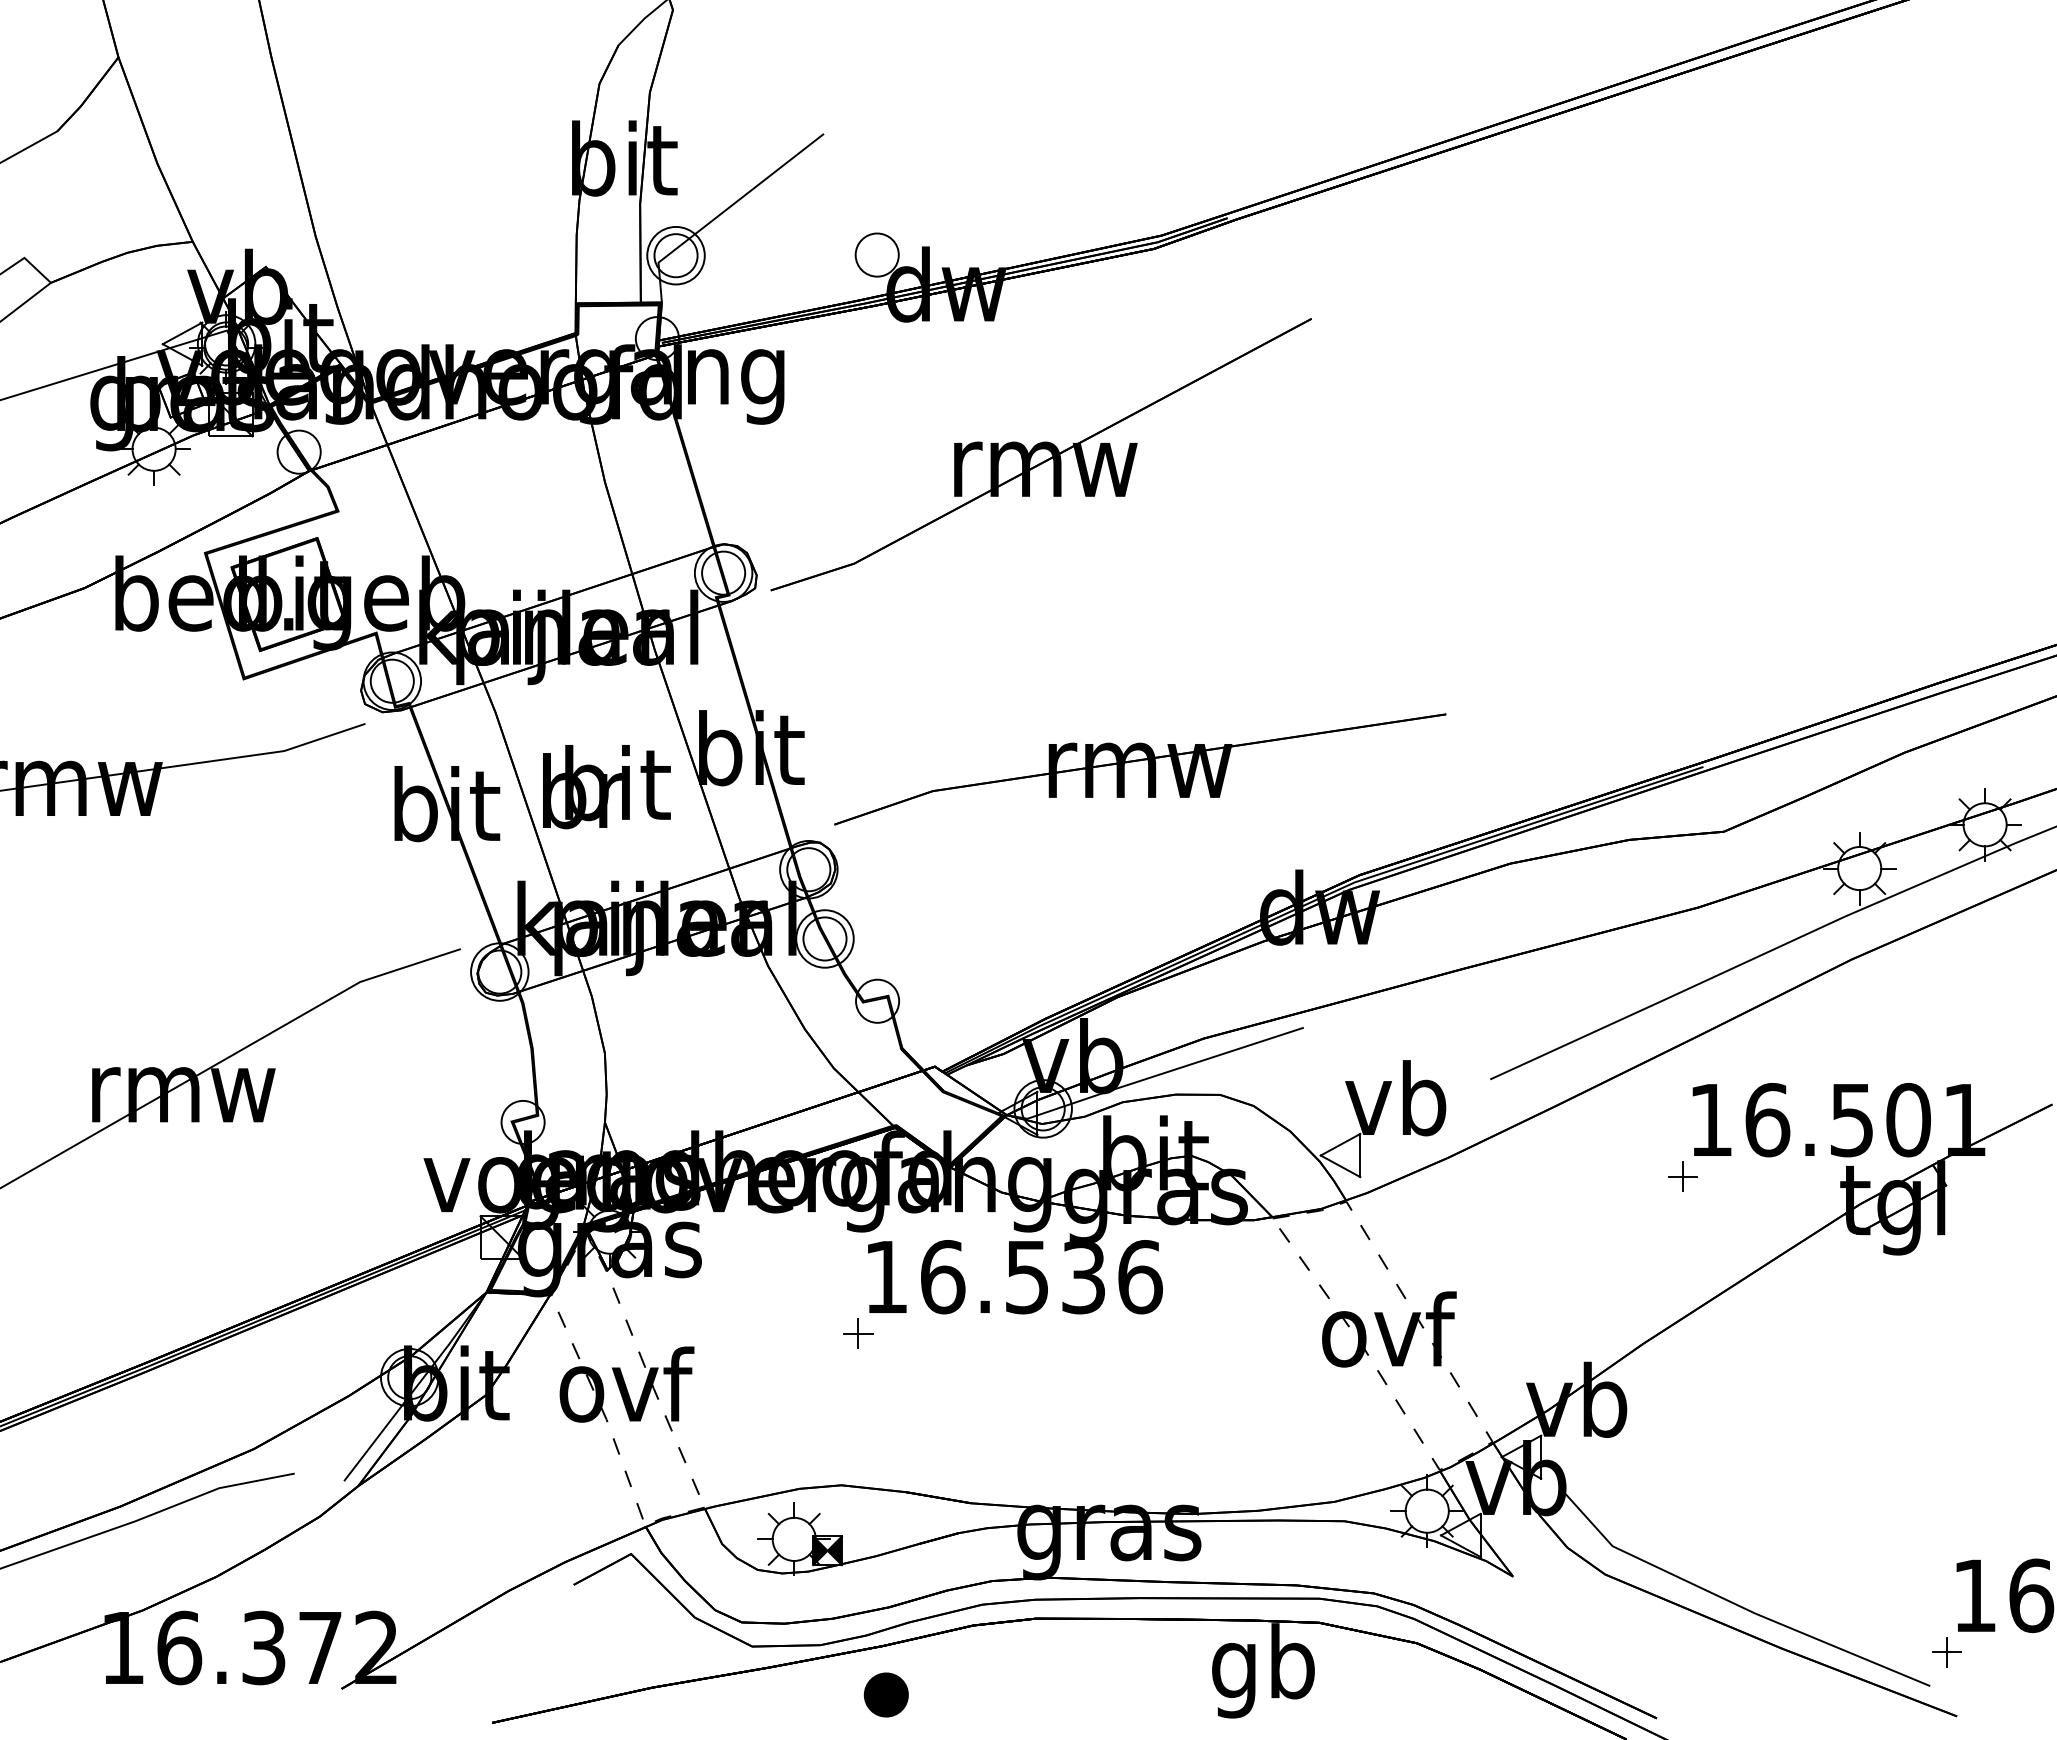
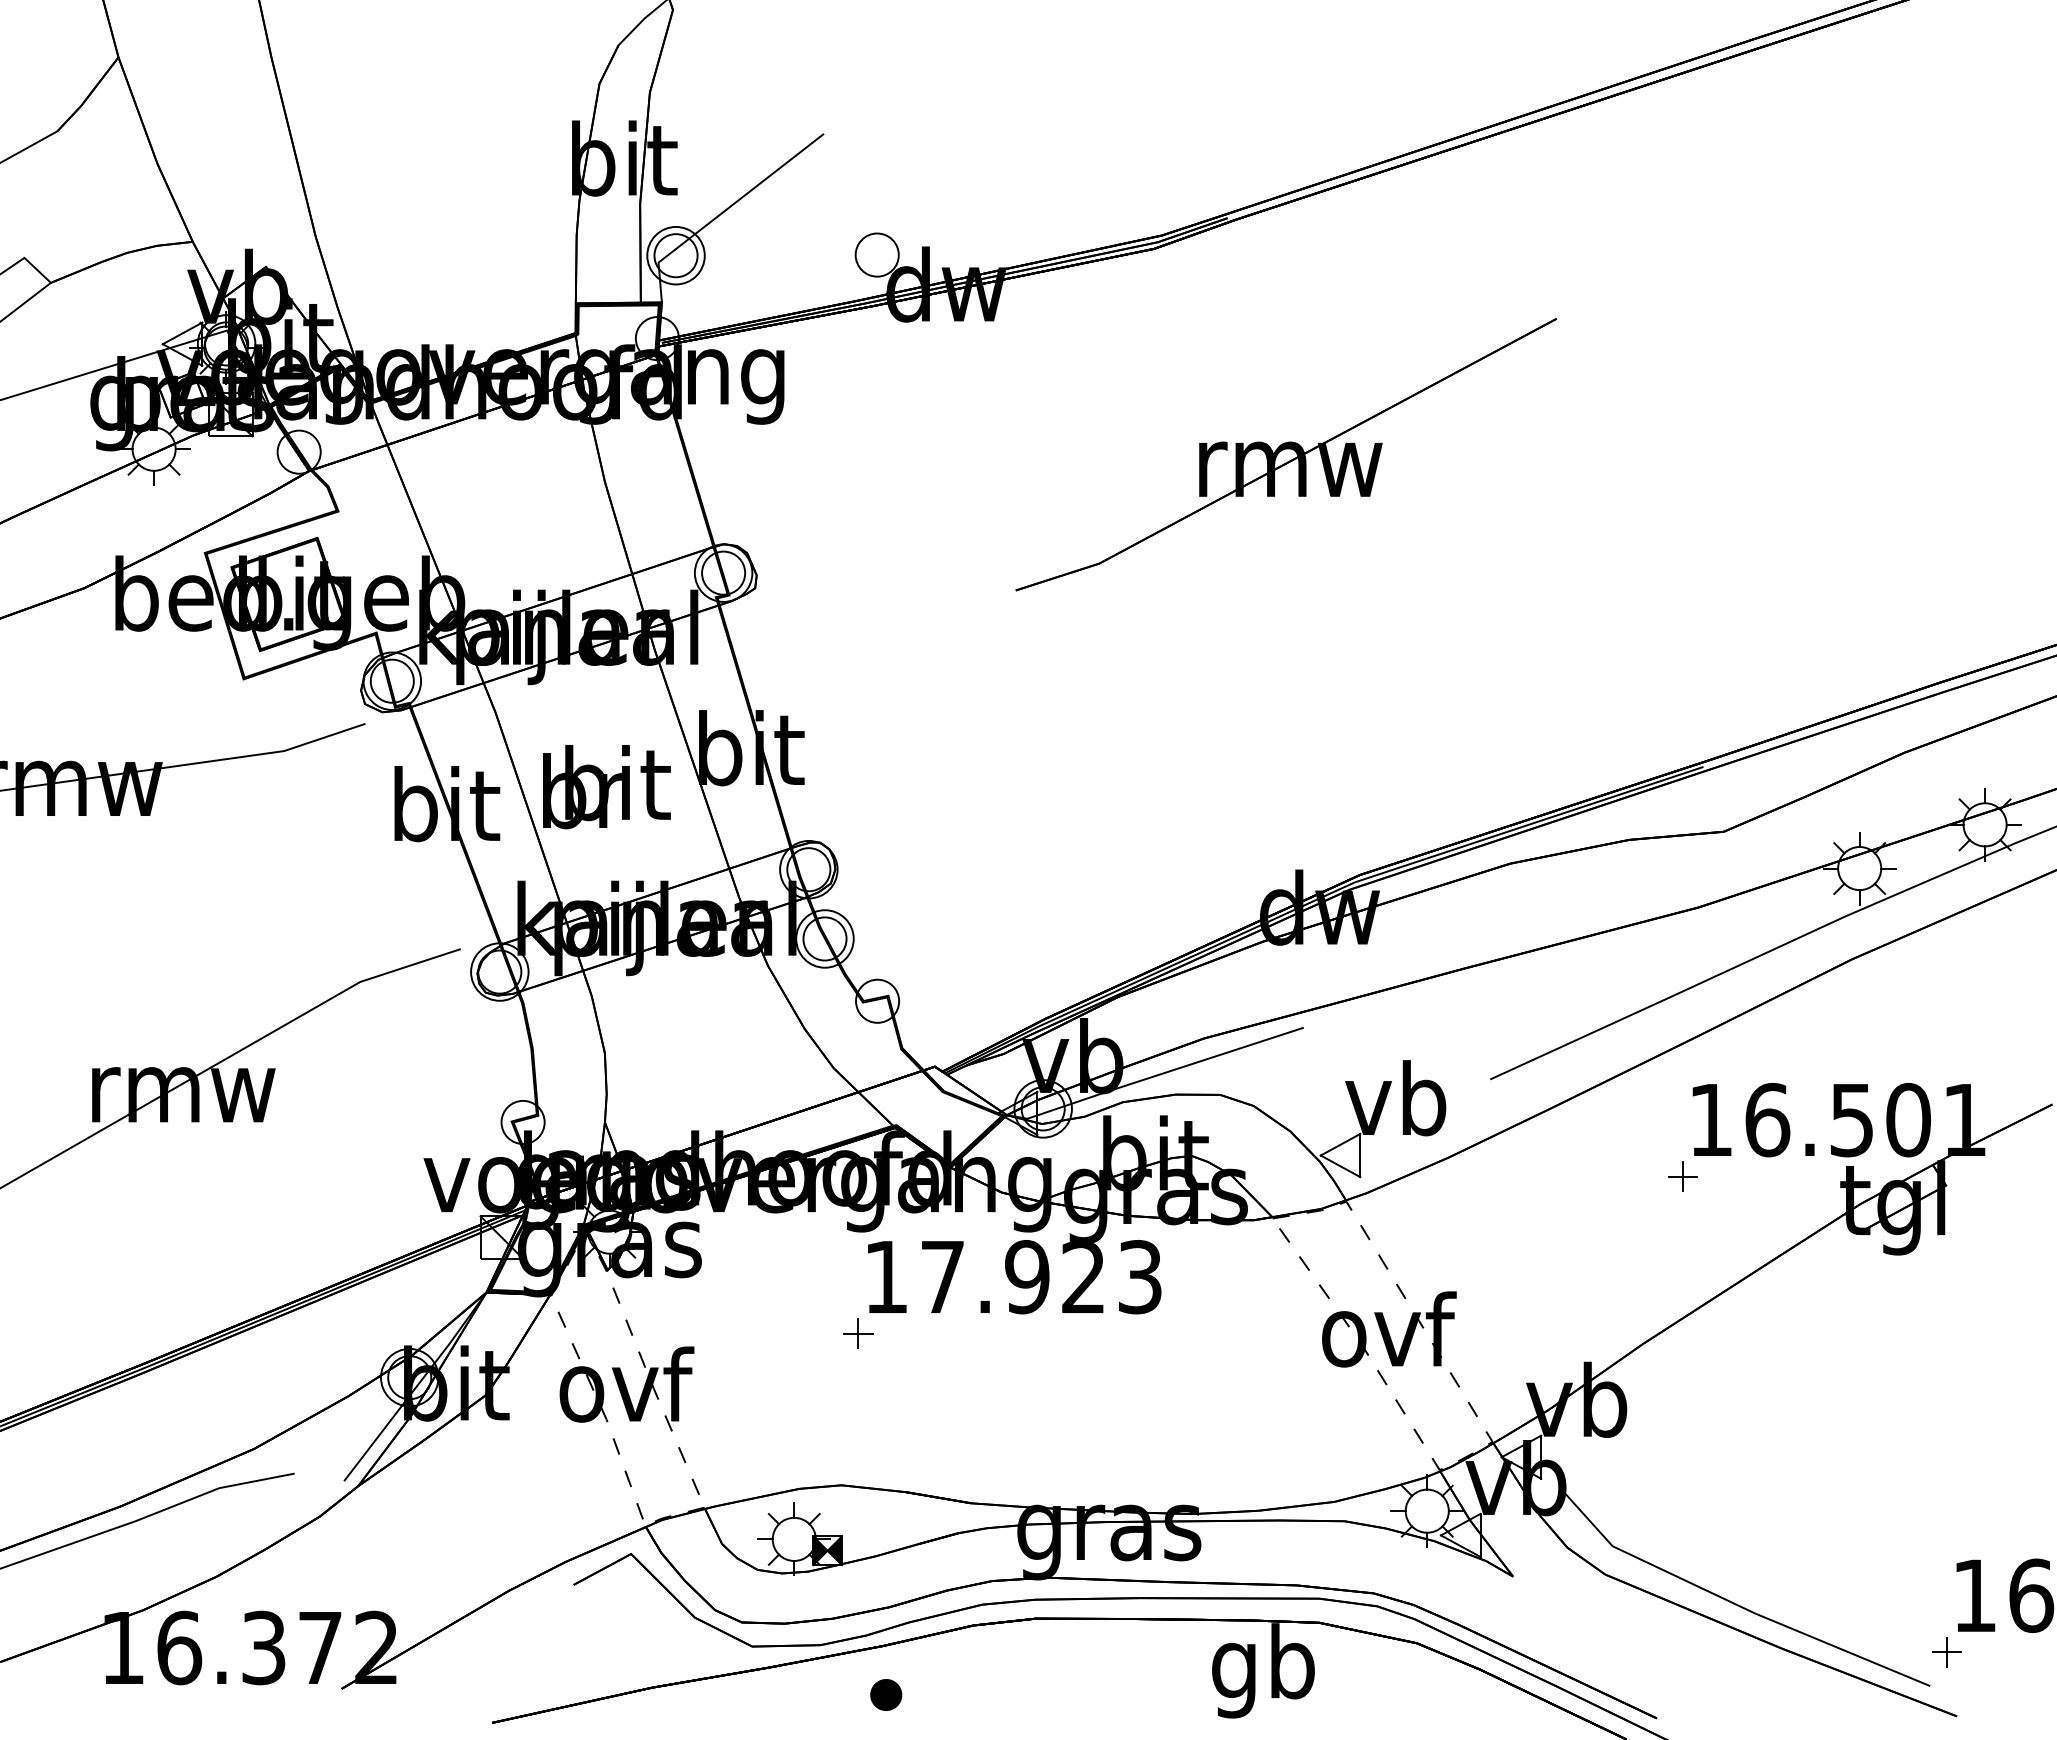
part at (1040, 454) position: (1040, 454) -> (1285, 454)
part at (1148, 769): present -> none
text at (1041, 1277): 16.536 -> 17.923
part at (885, 1694) size: 46x46 px -> 33x32 px
